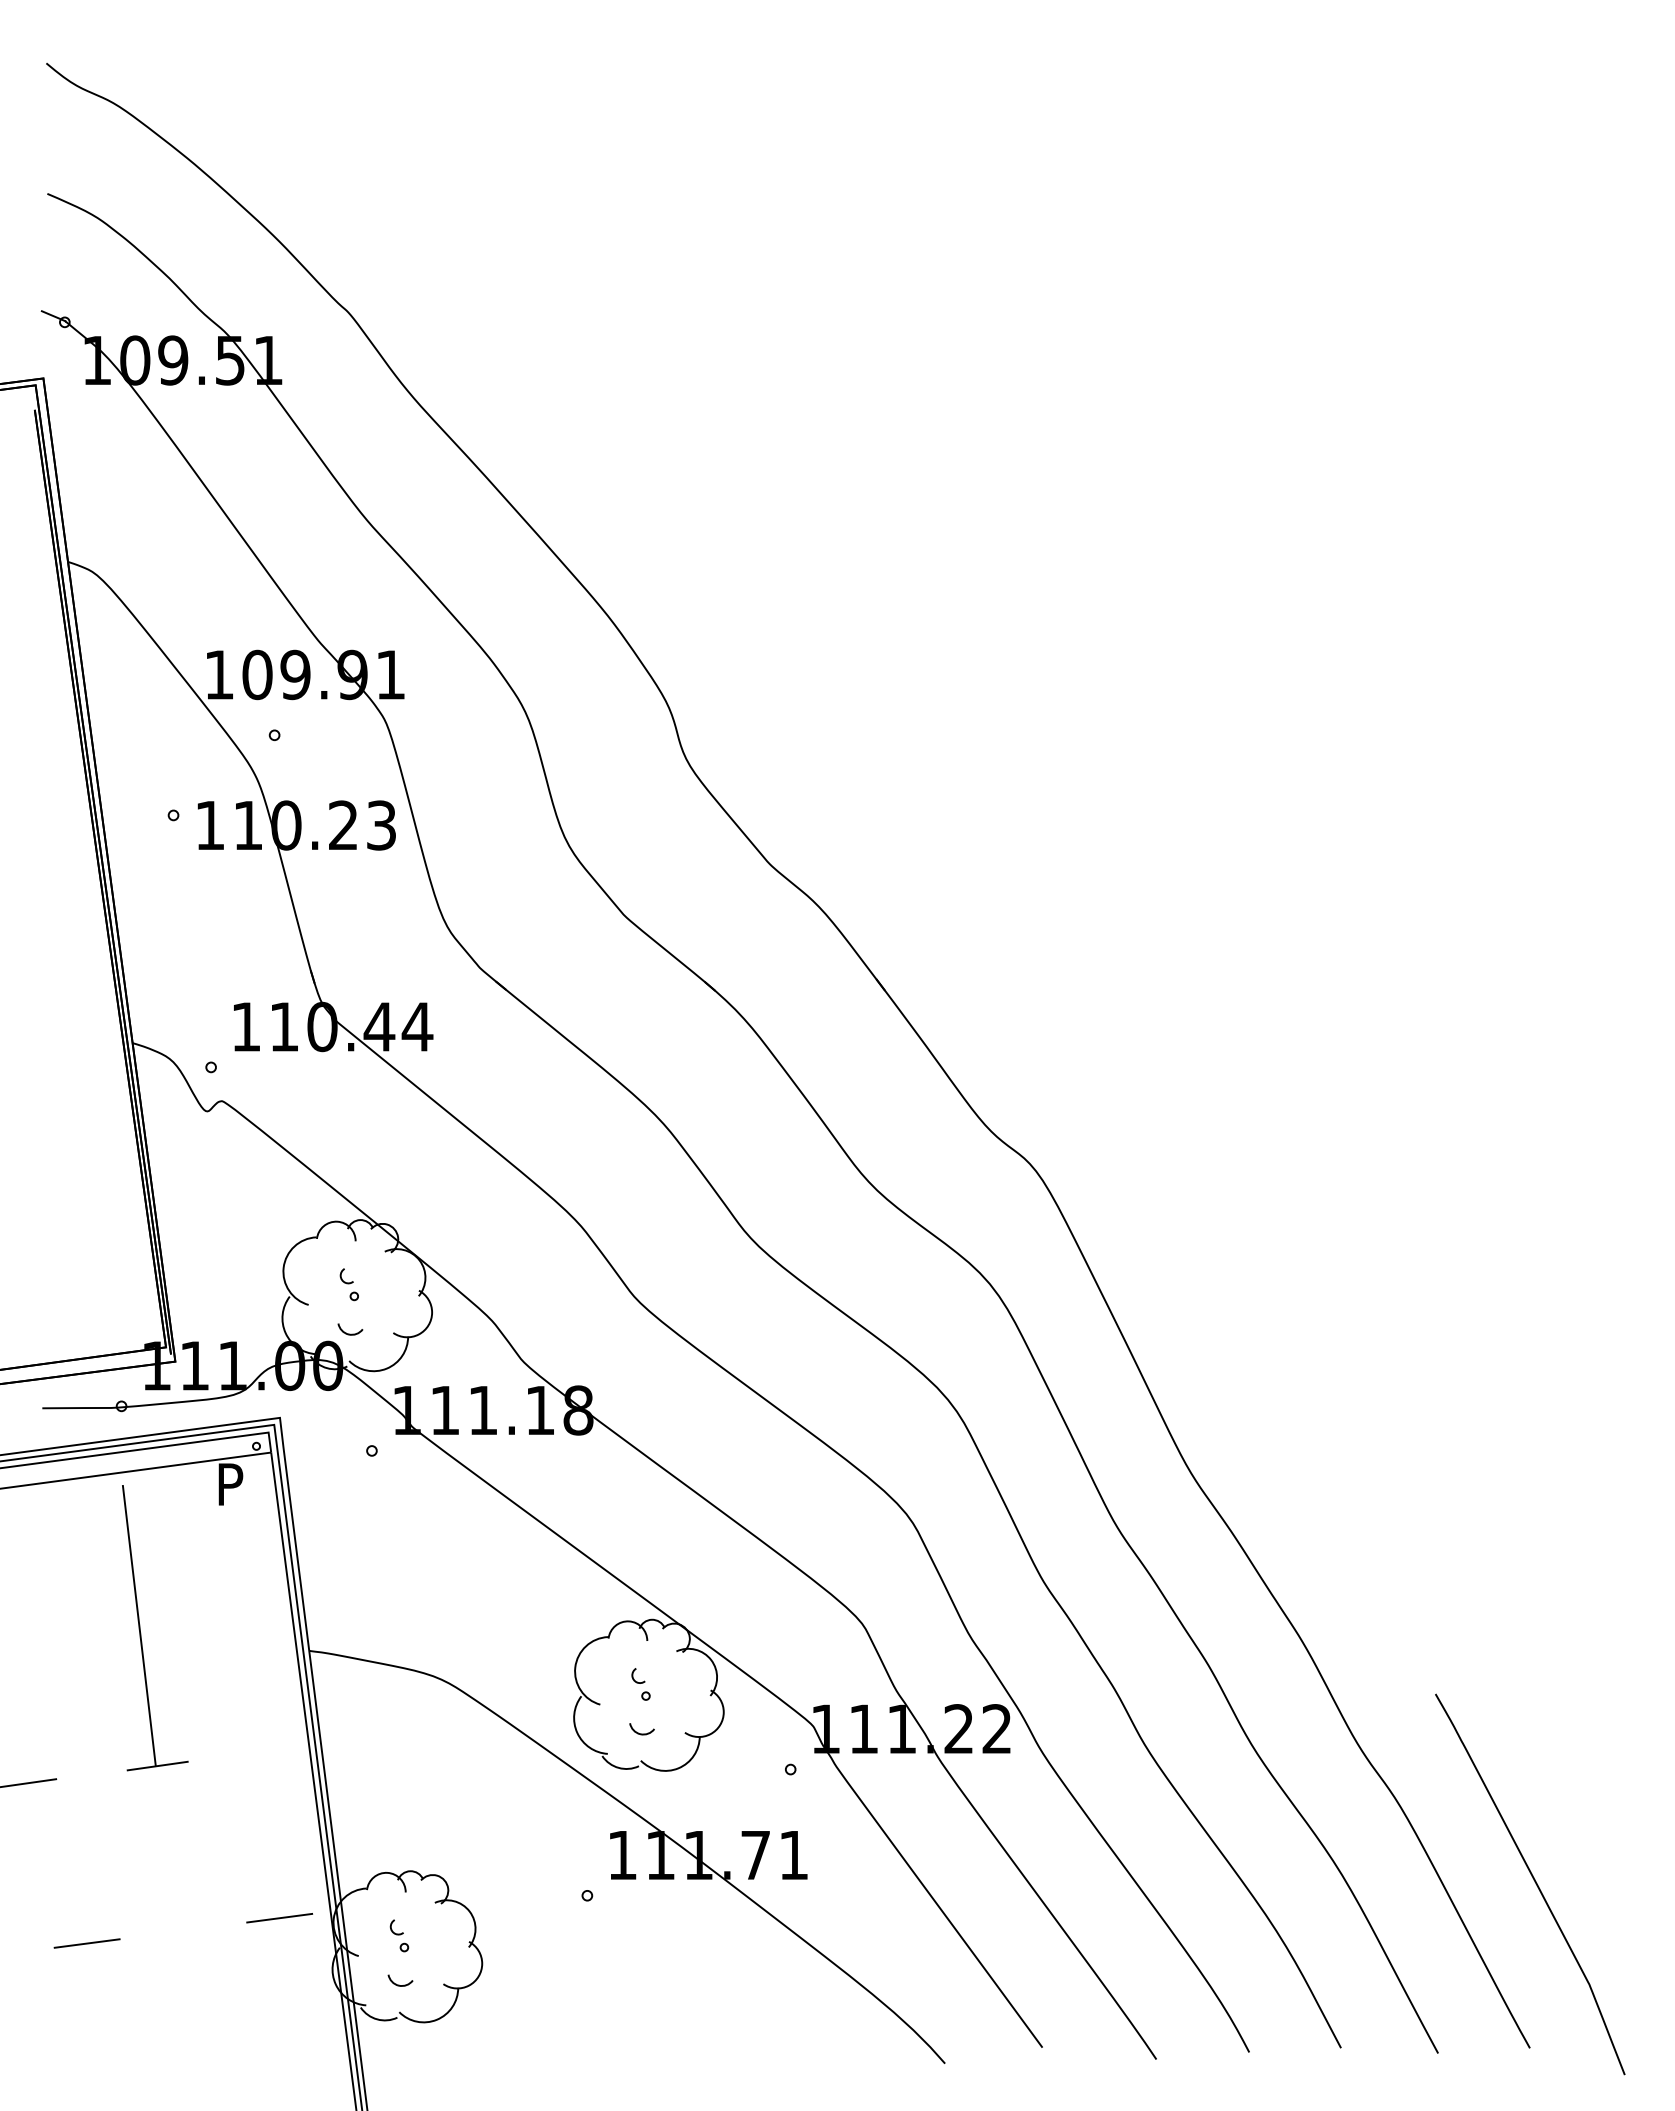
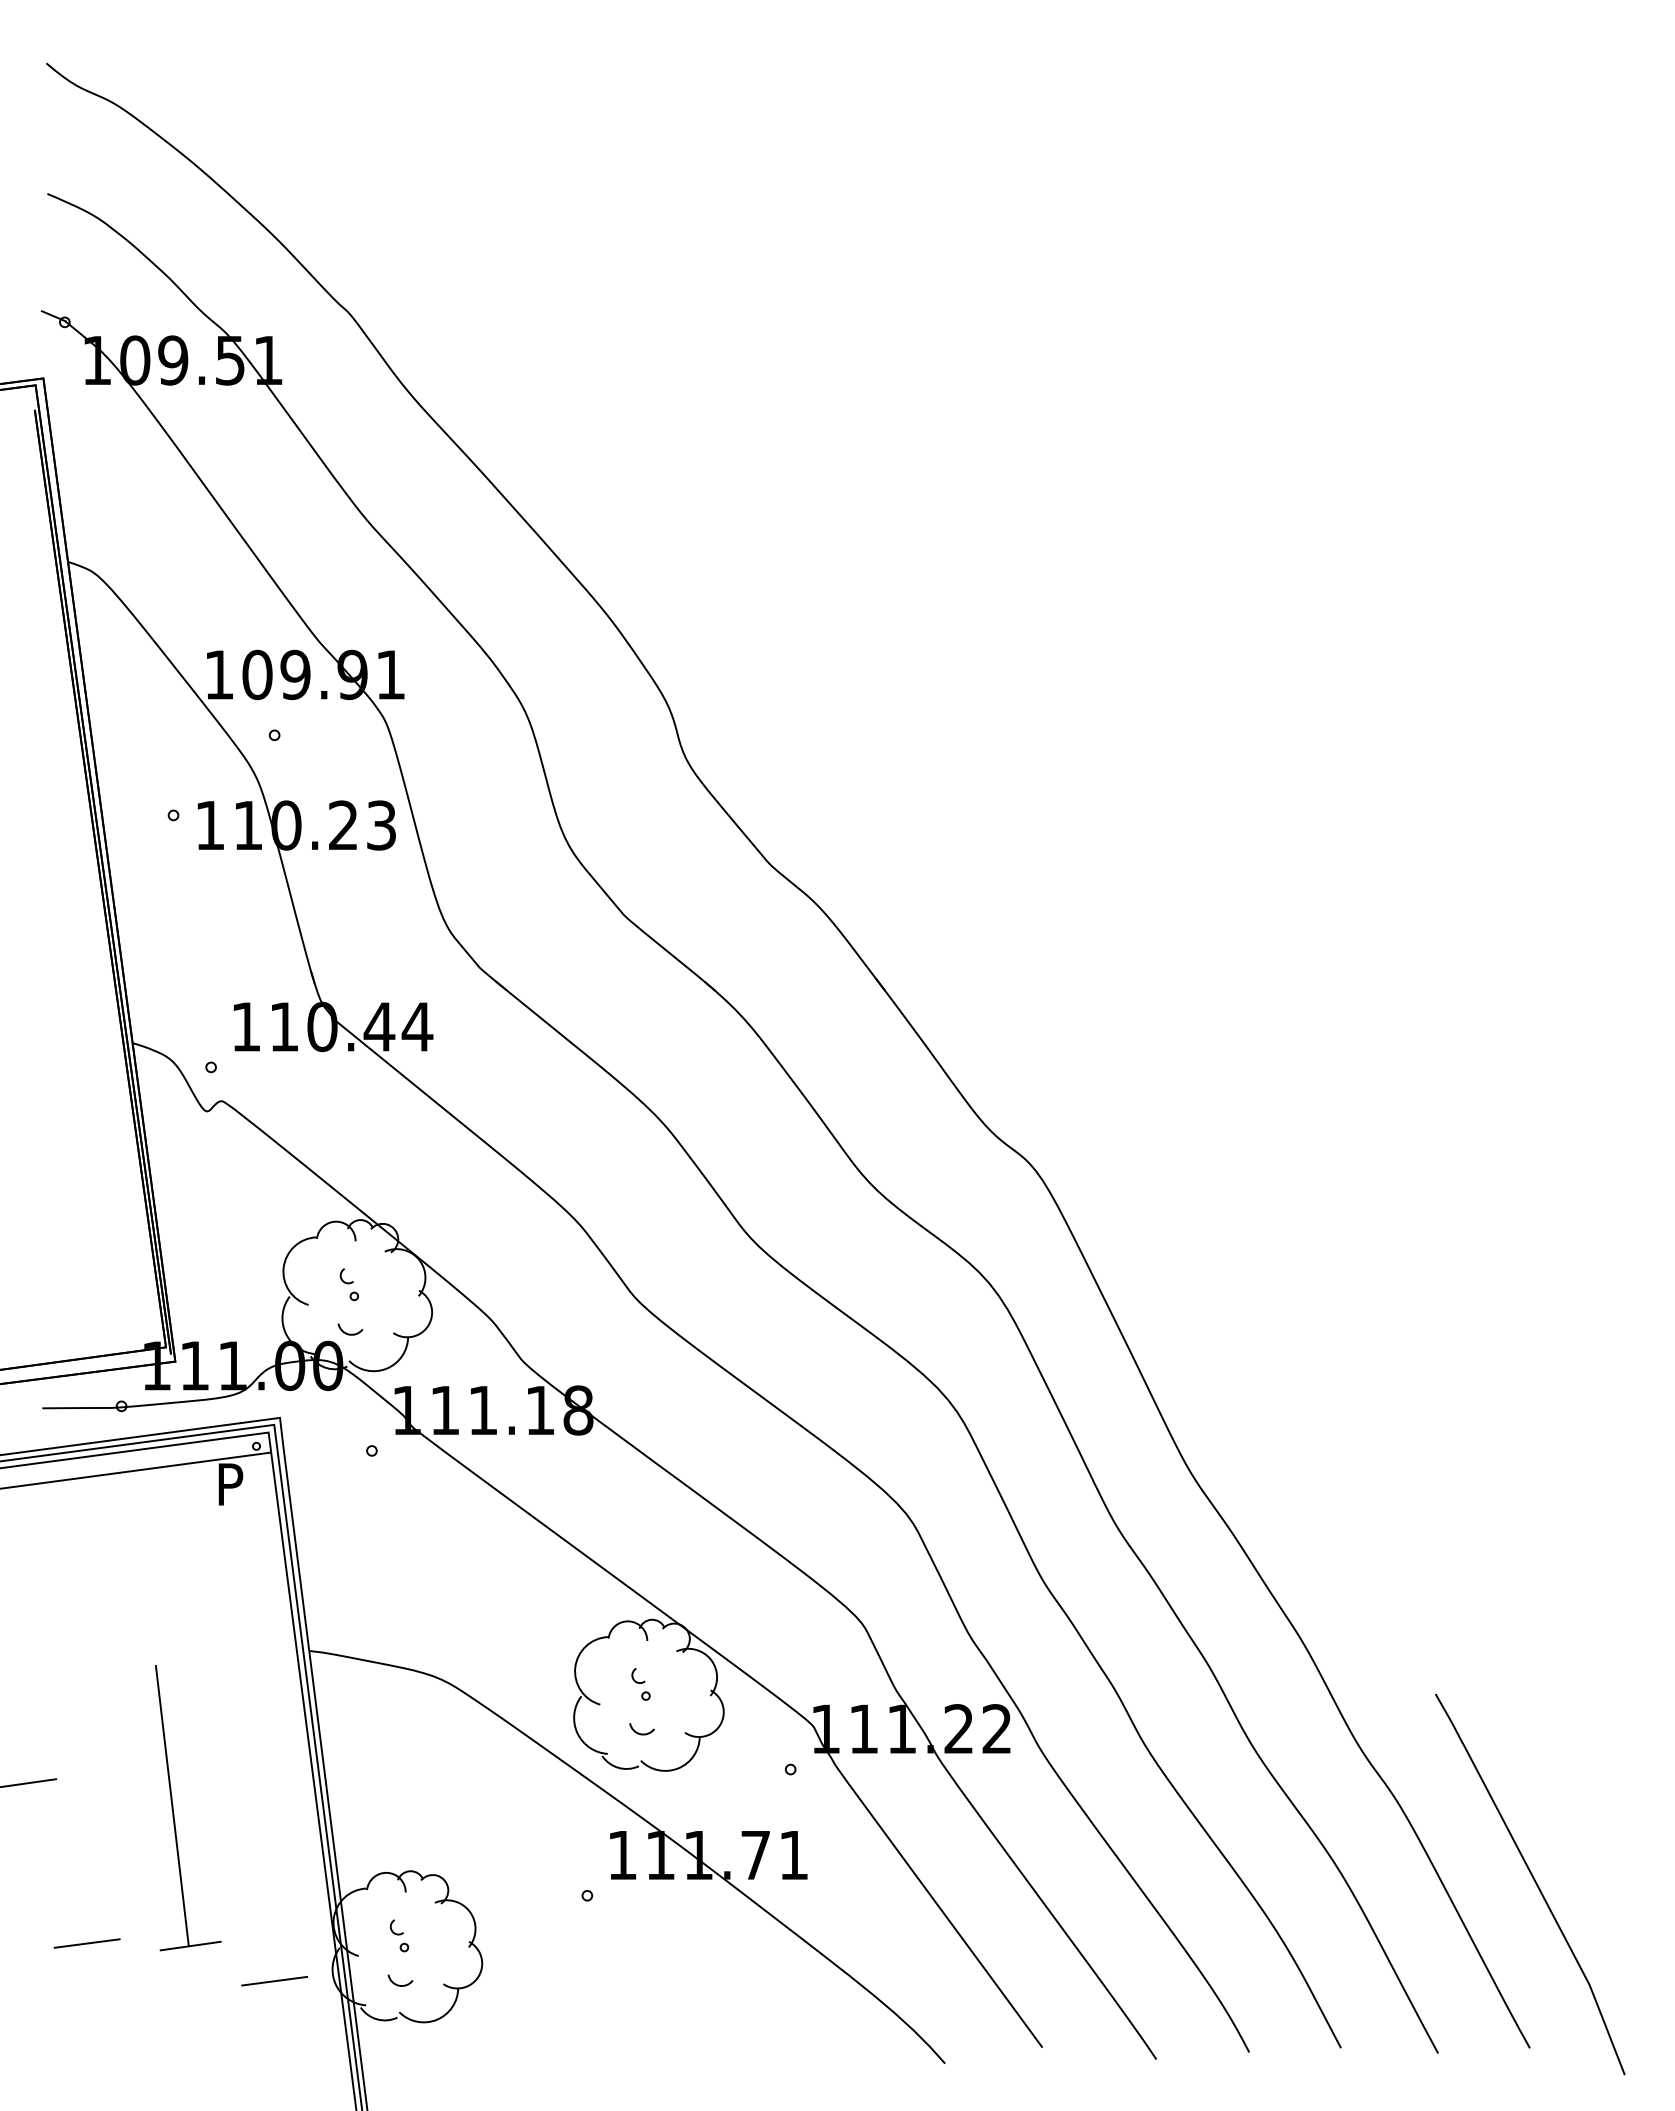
part at (141, 1633) position: (141, 1633) -> (174, 1813)
line at (279, 1918) position: (279, 1918) -> (274, 1981)
